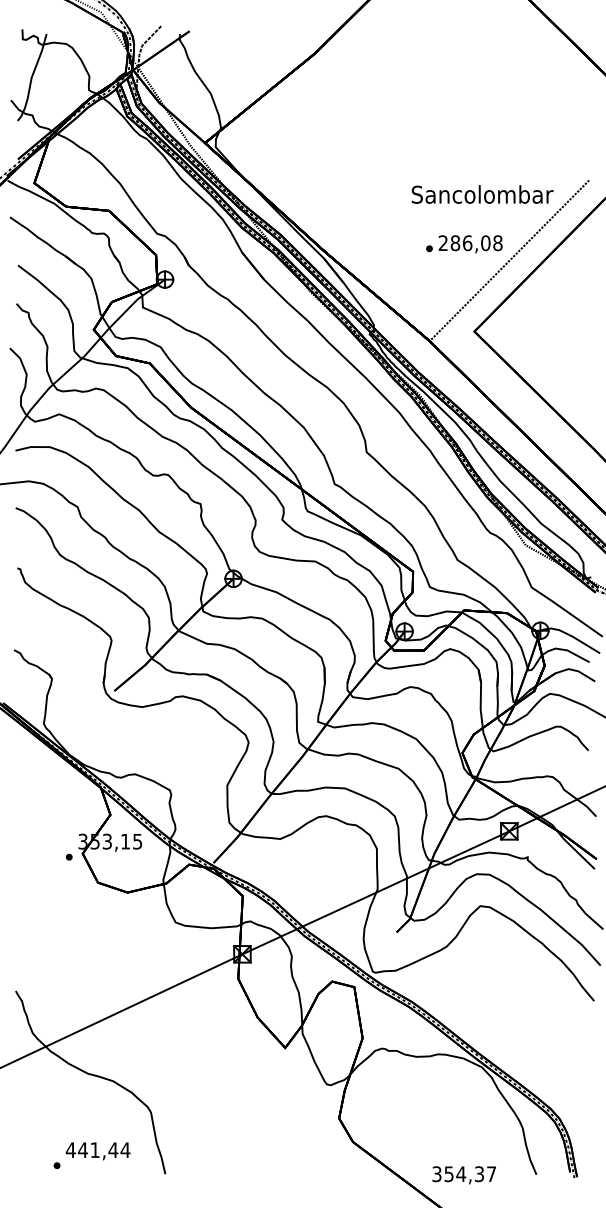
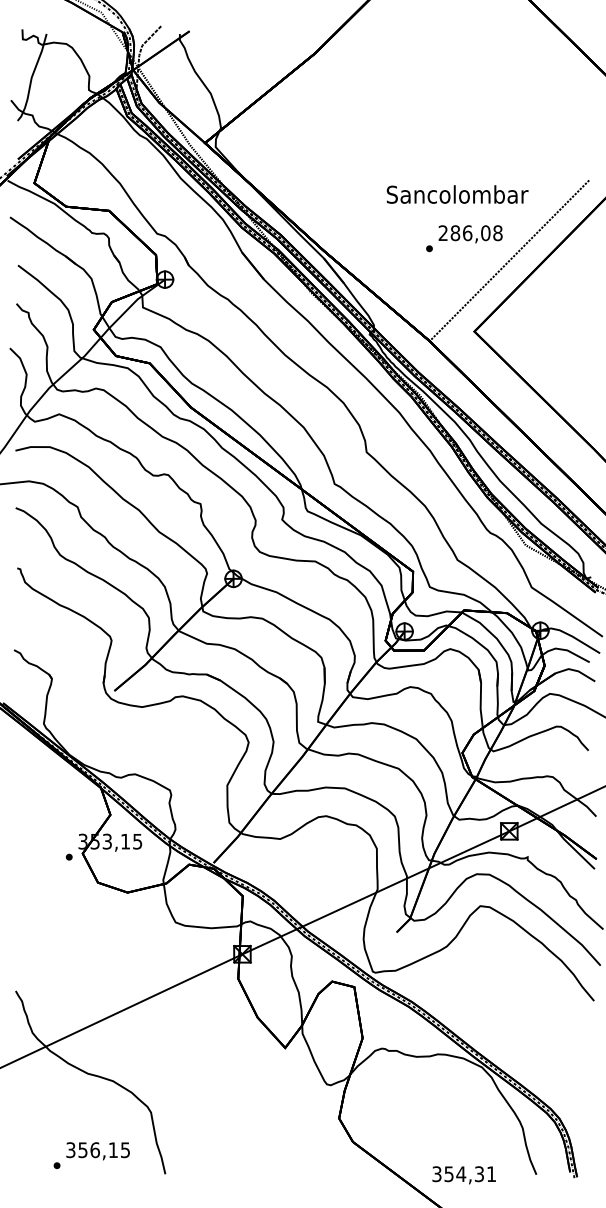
text at (482, 194) position: (482, 194) -> (457, 194)
text at (470, 244) position: (470, 244) -> (470, 234)
text at (97, 1150): 441,44 -> 356,15
text at (491, 1173): 354,37 -> 354,31
